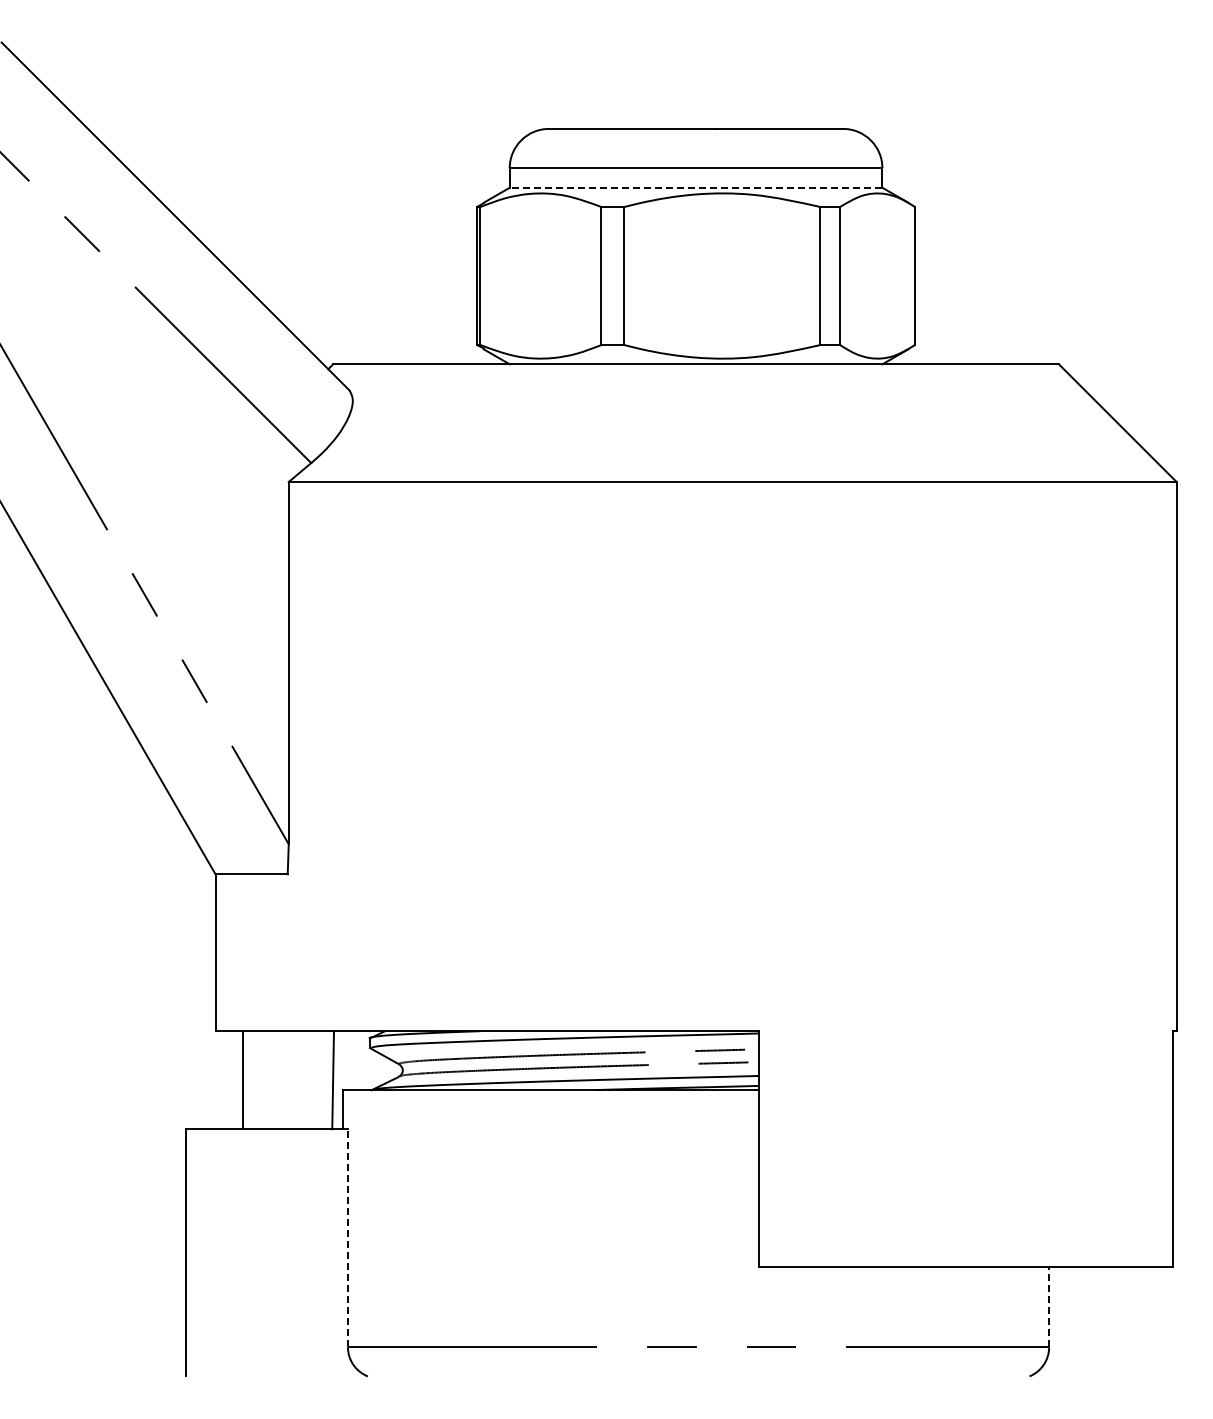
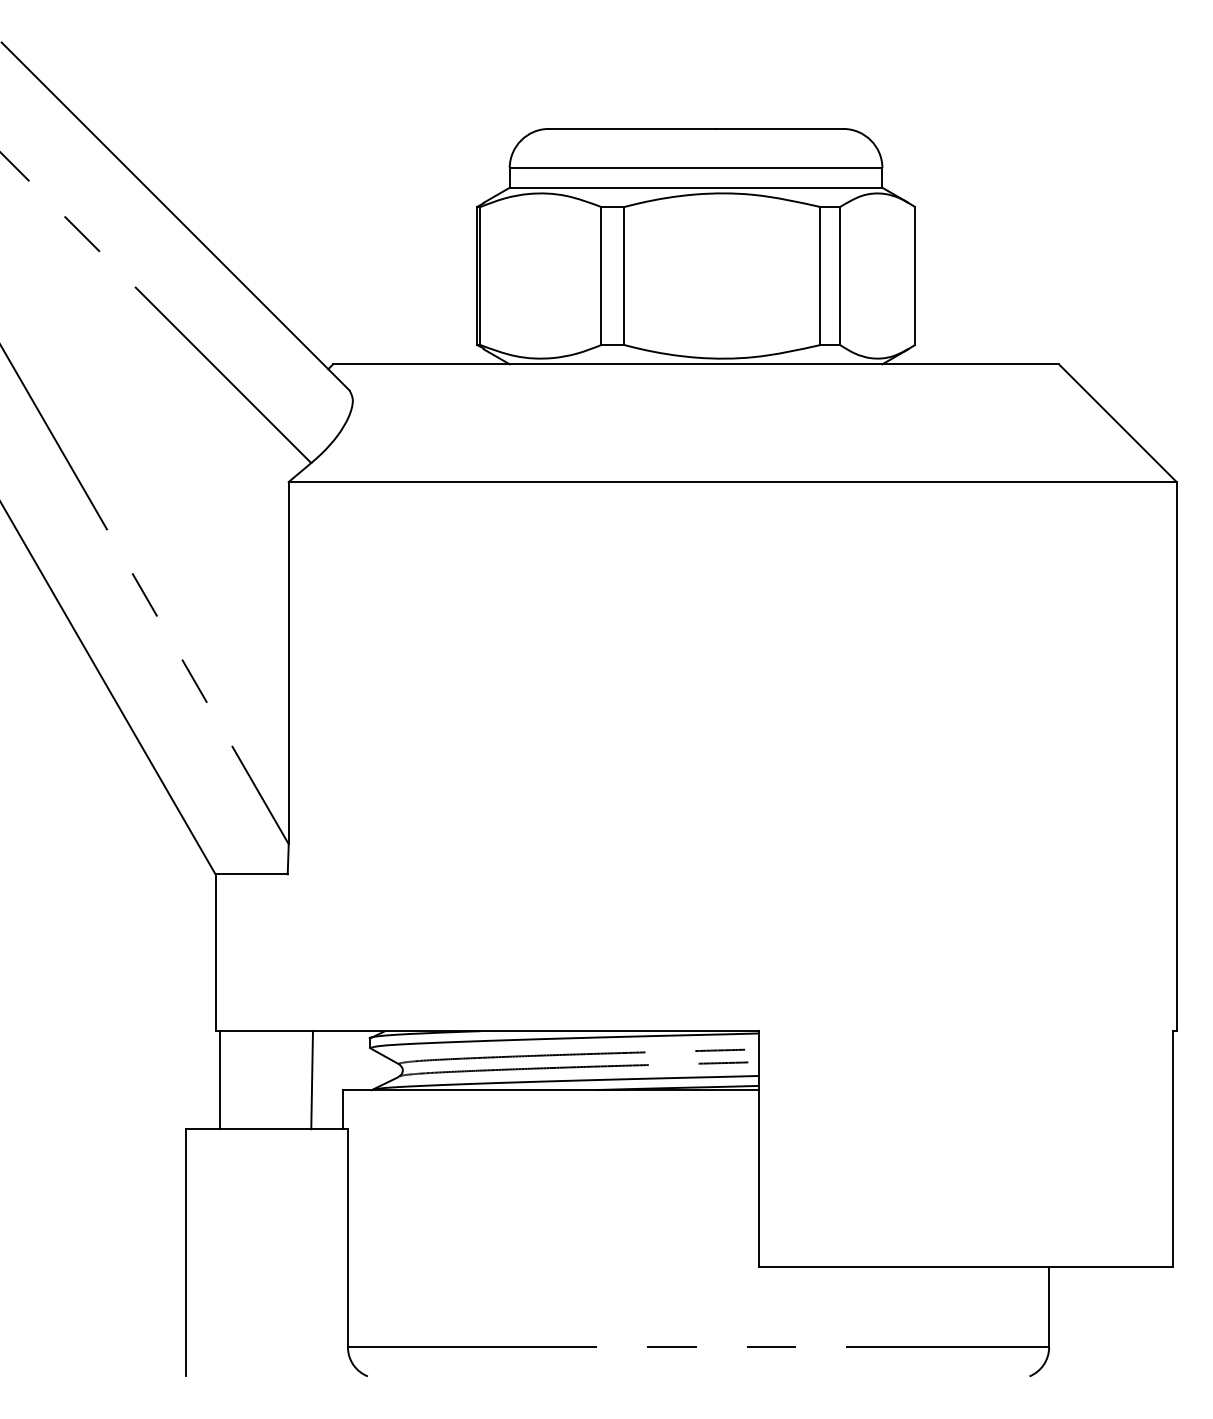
line at (695, 187): dashed -> solid
line at (242, 1080) position: (242, 1080) -> (219, 1080)
line at (333, 1080) position: (333, 1080) -> (312, 1080)
line at (347, 1237): dashed -> solid
line at (1049, 1306): dashed -> solid
